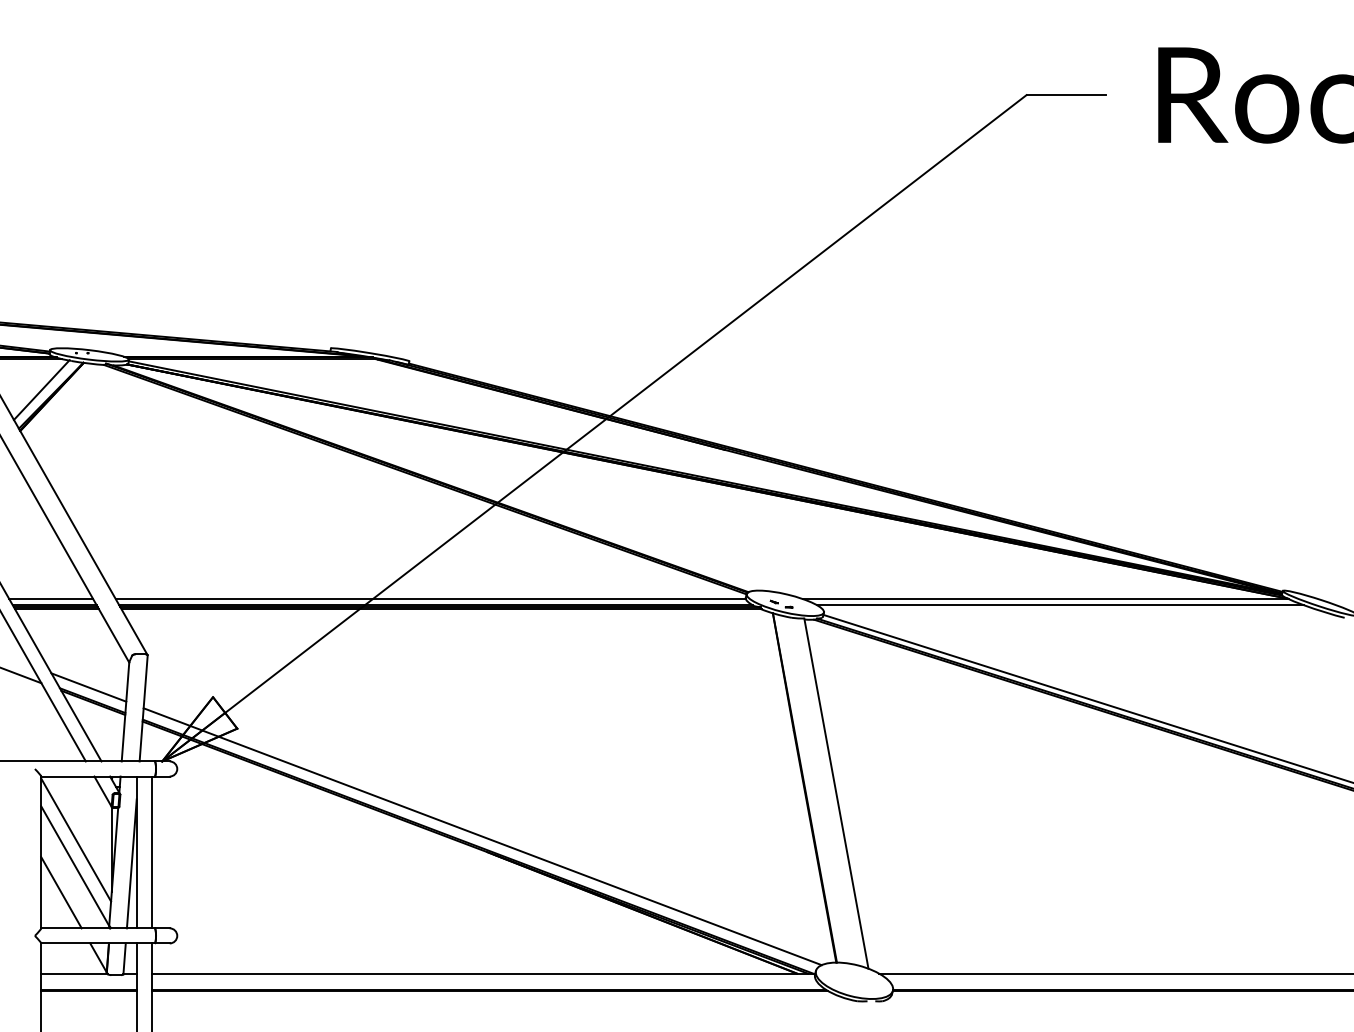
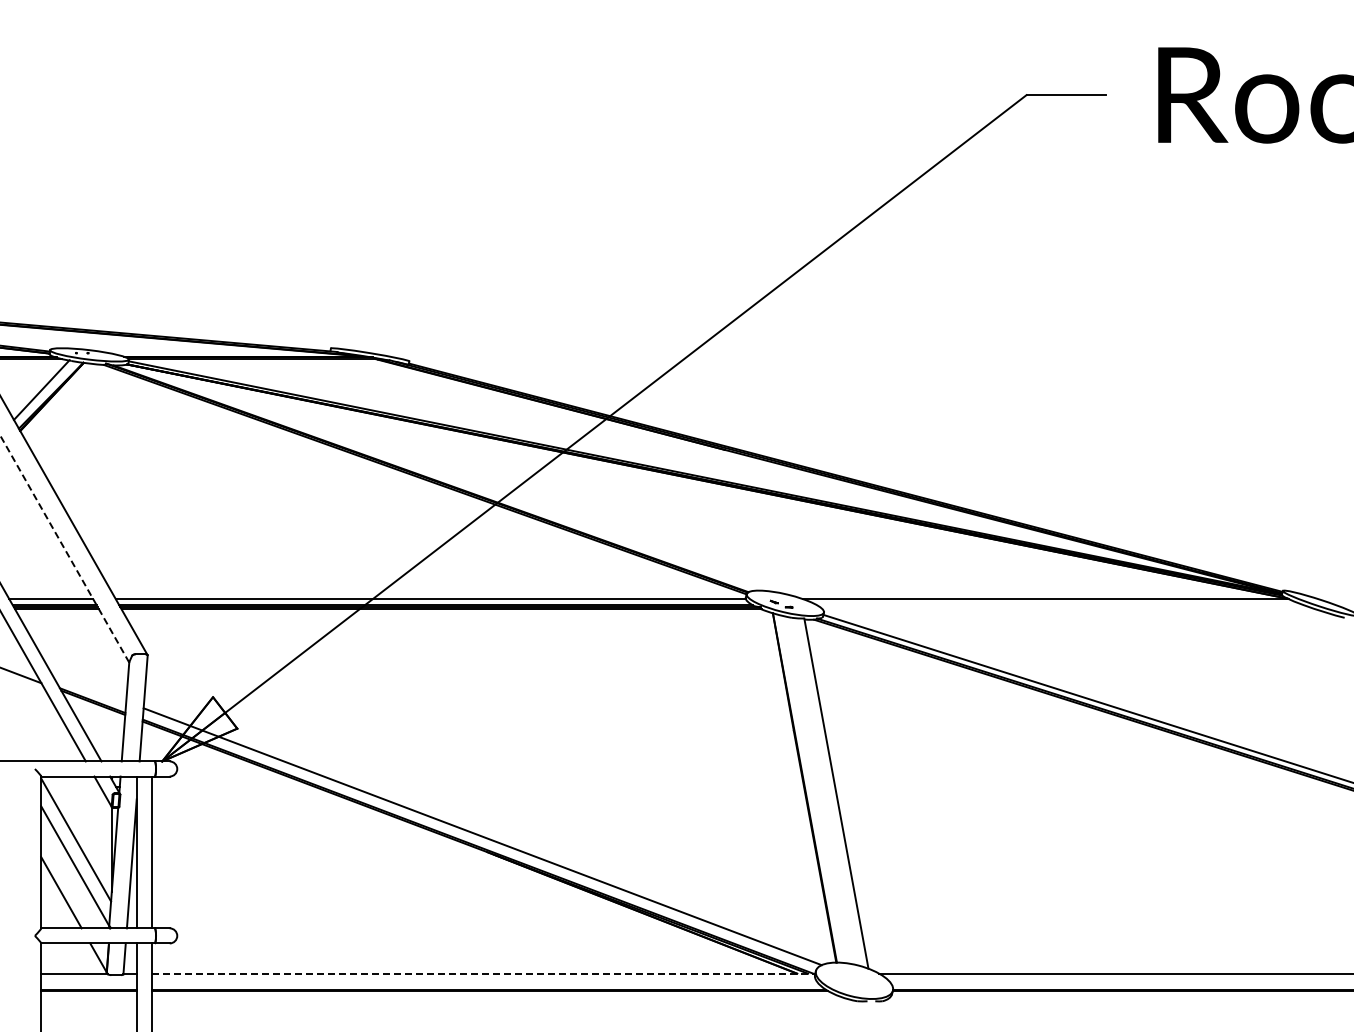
line at (64, 548): solid -> dashed
line at (1060, 605): present -> none
line at (88, 687): present -> none
line at (483, 973): solid -> dashed
